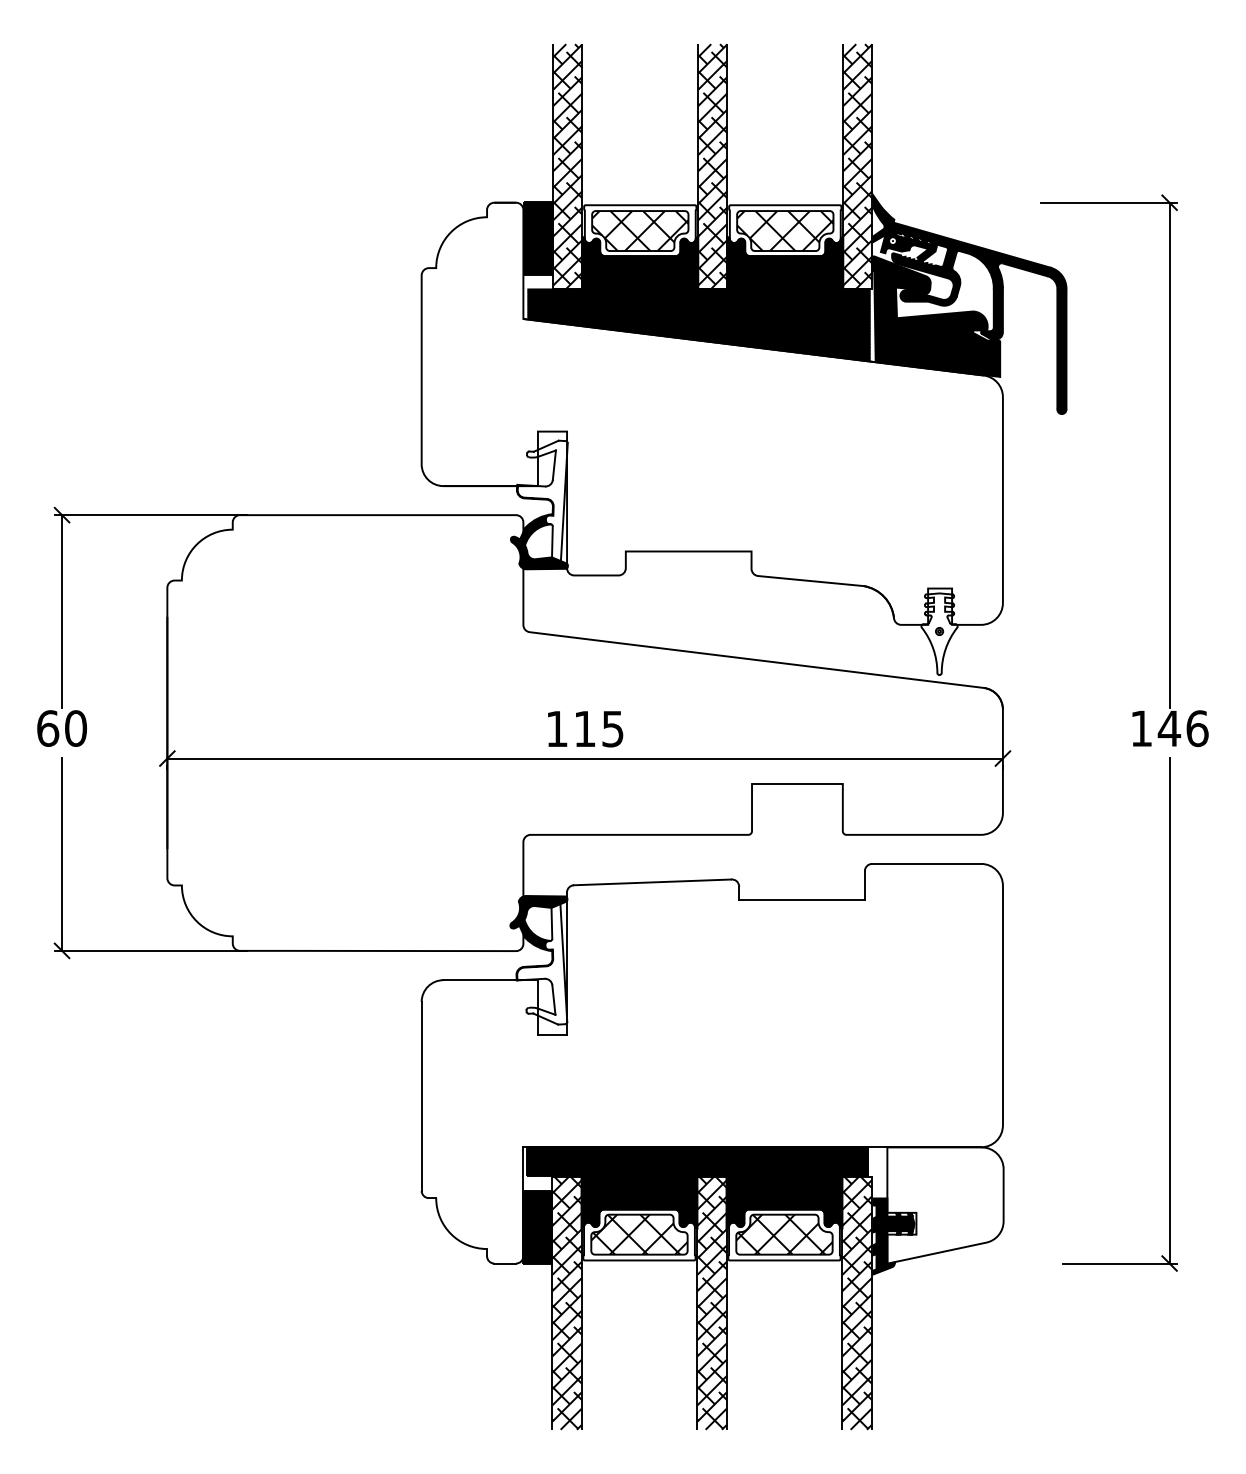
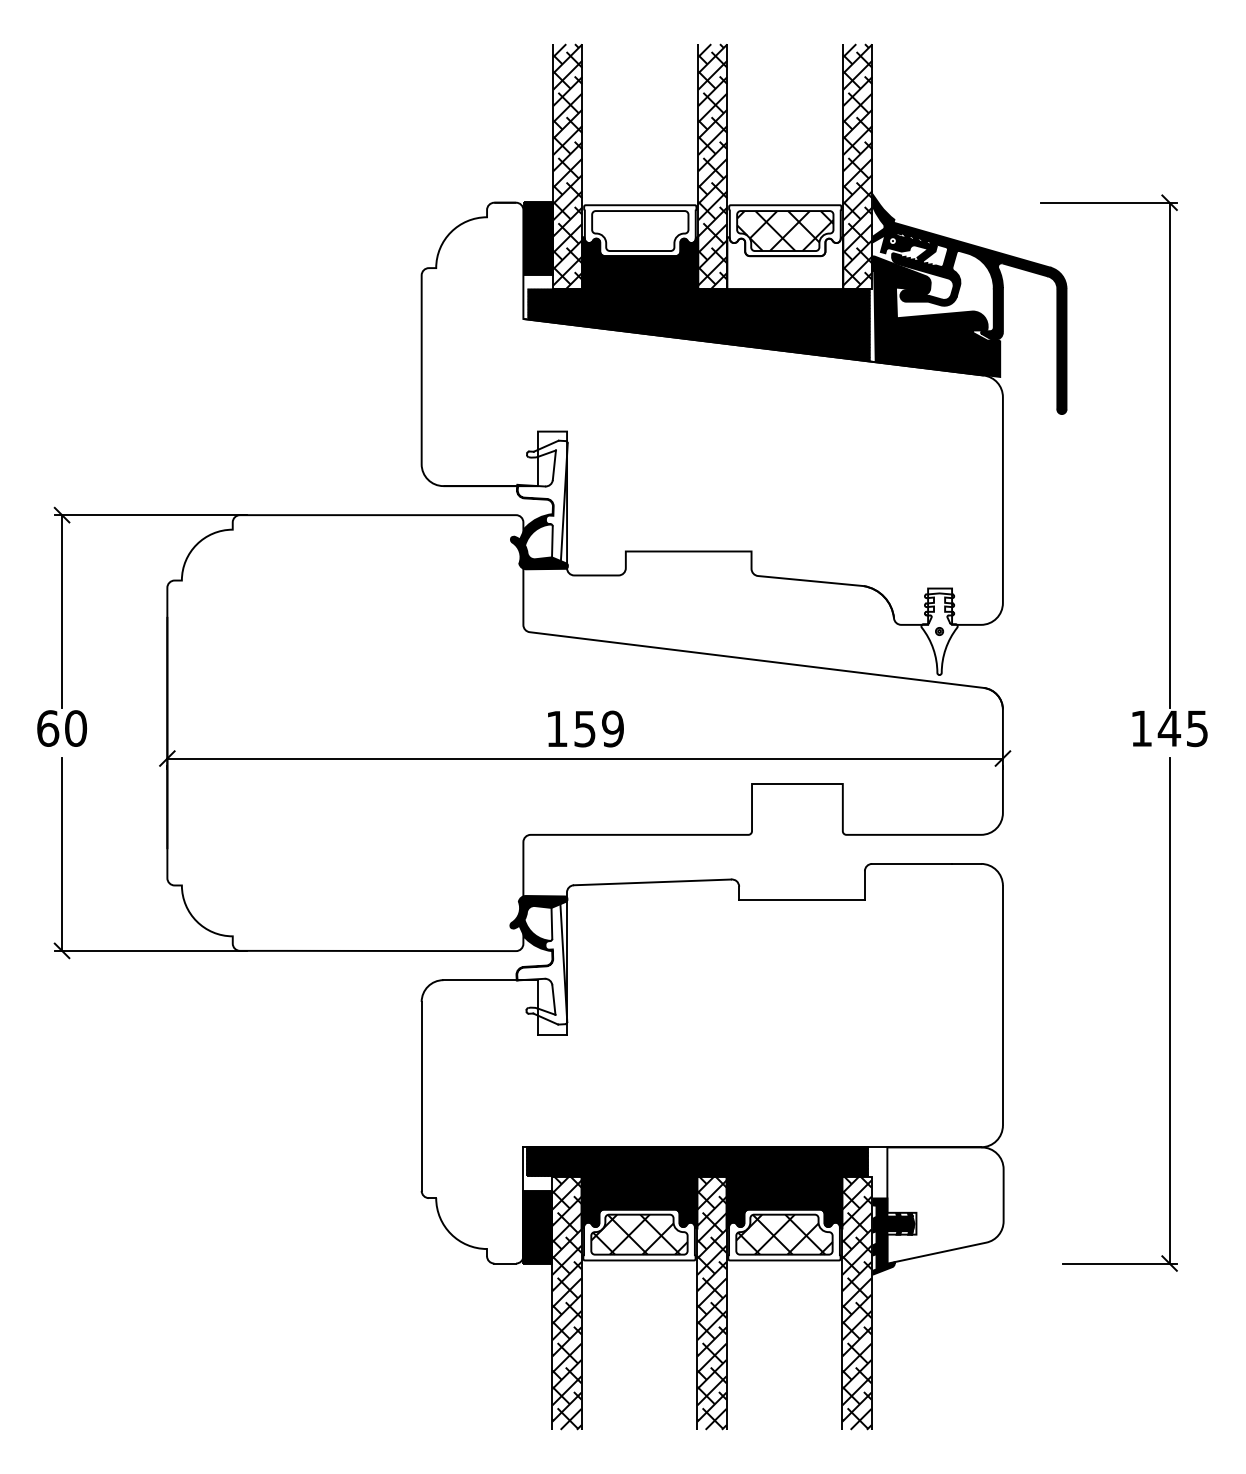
hatch at (640, 230): present -> none
fill at (785, 263): present -> none
text at (598, 728): 115 -> 159
text at (1197, 728): 146 -> 145
